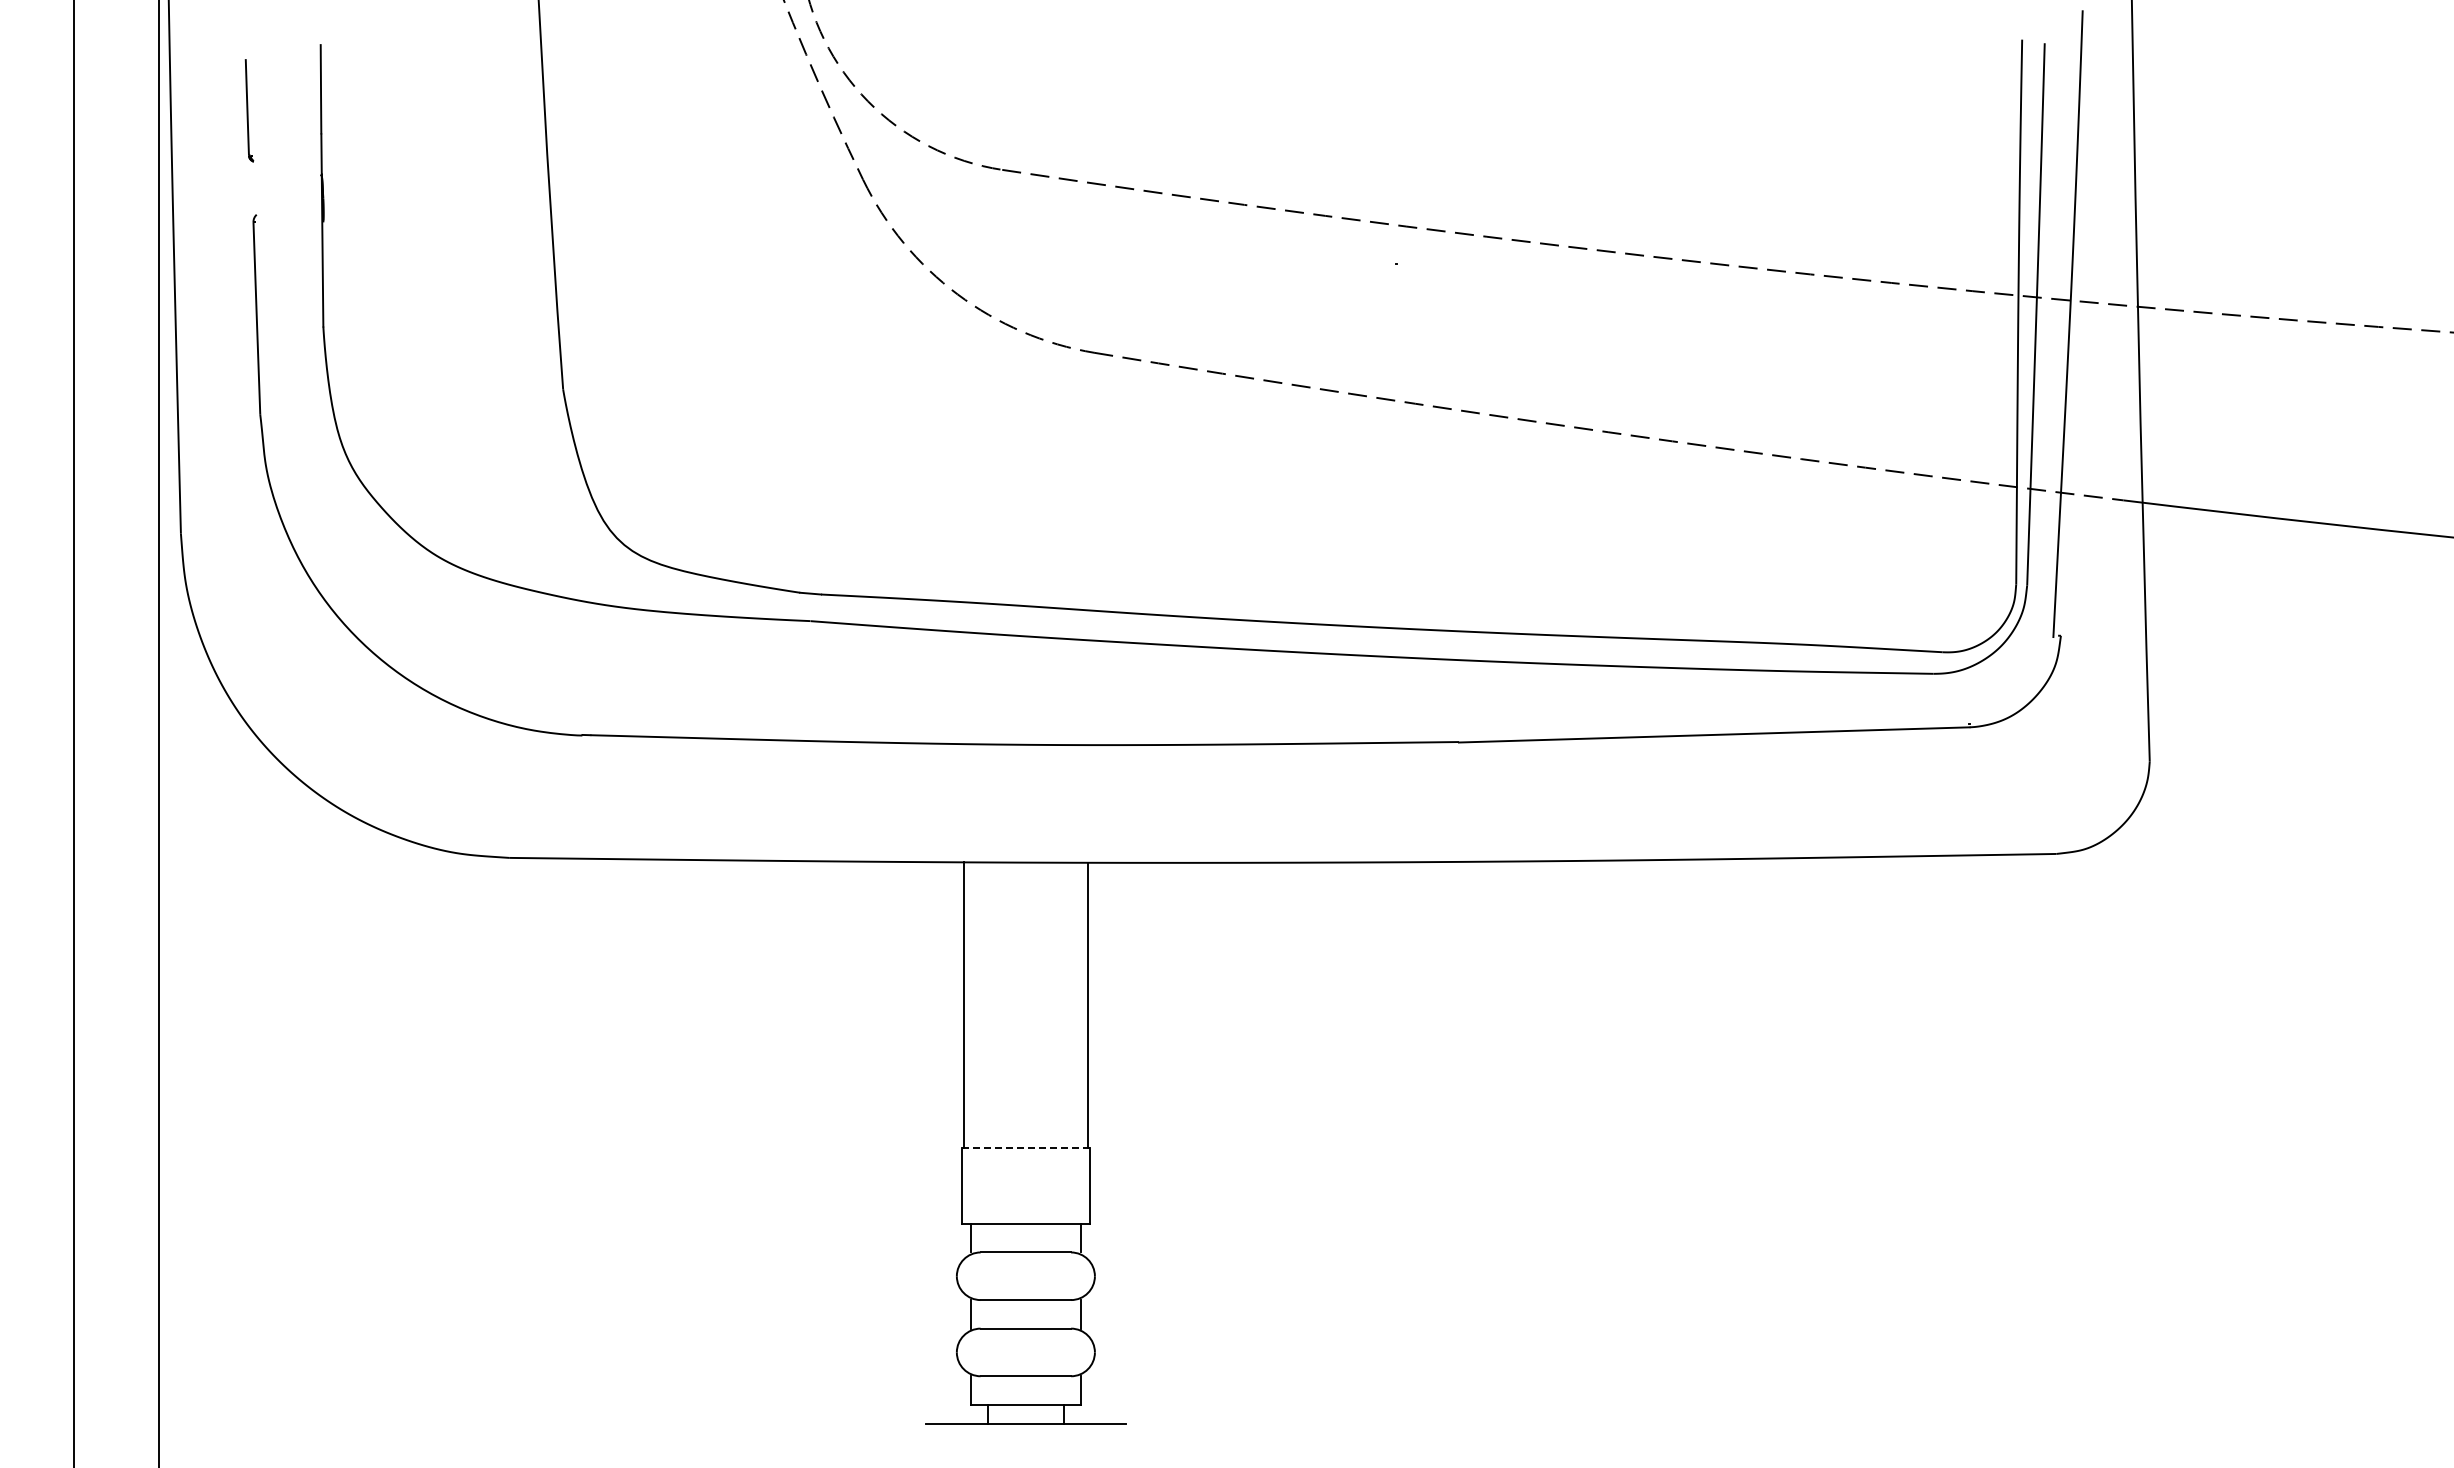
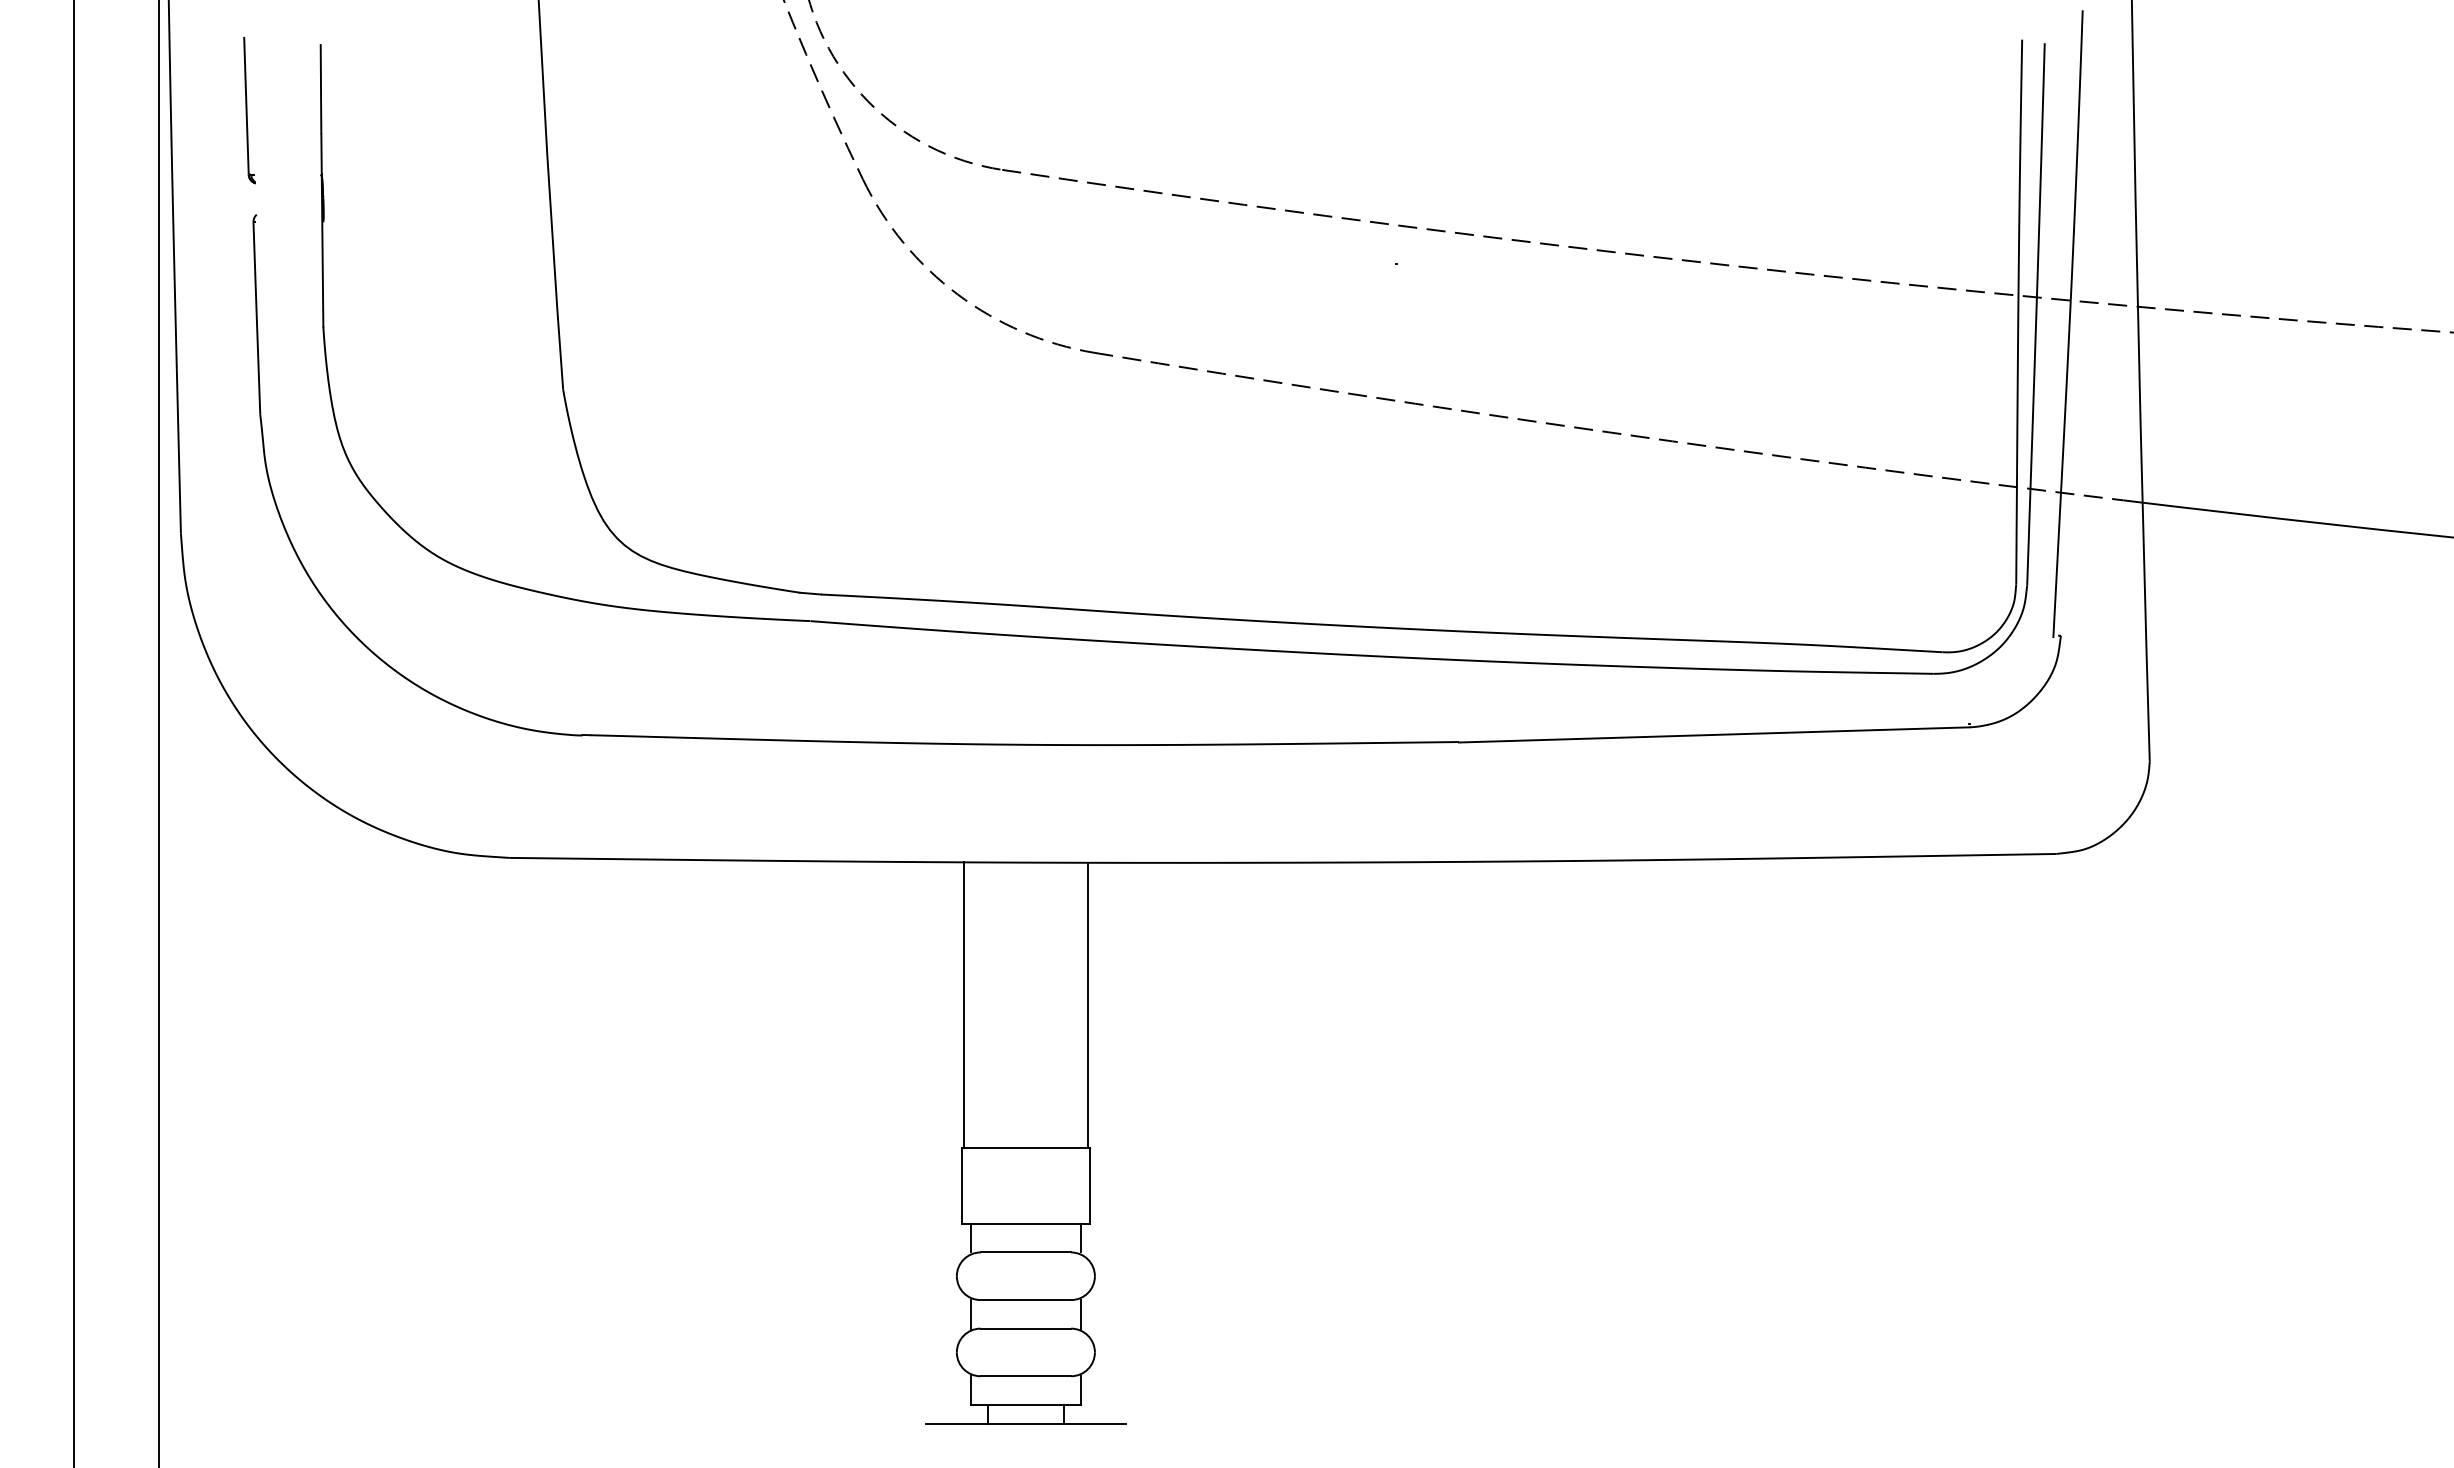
part at (249, 110) size: 11x104 px -> 13x148 px
line at (1025, 1147): dashed -> solid
